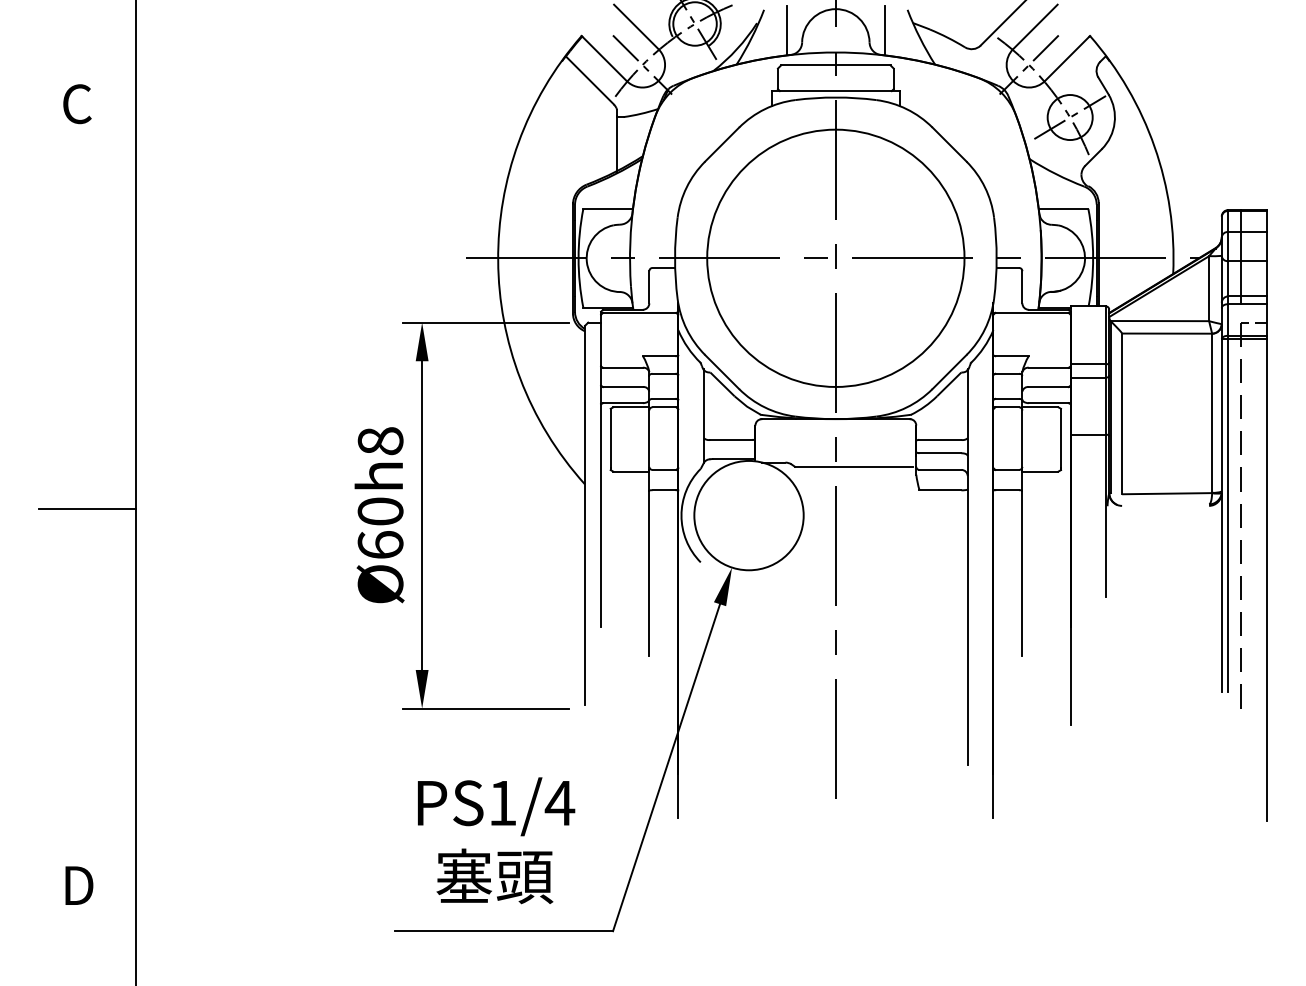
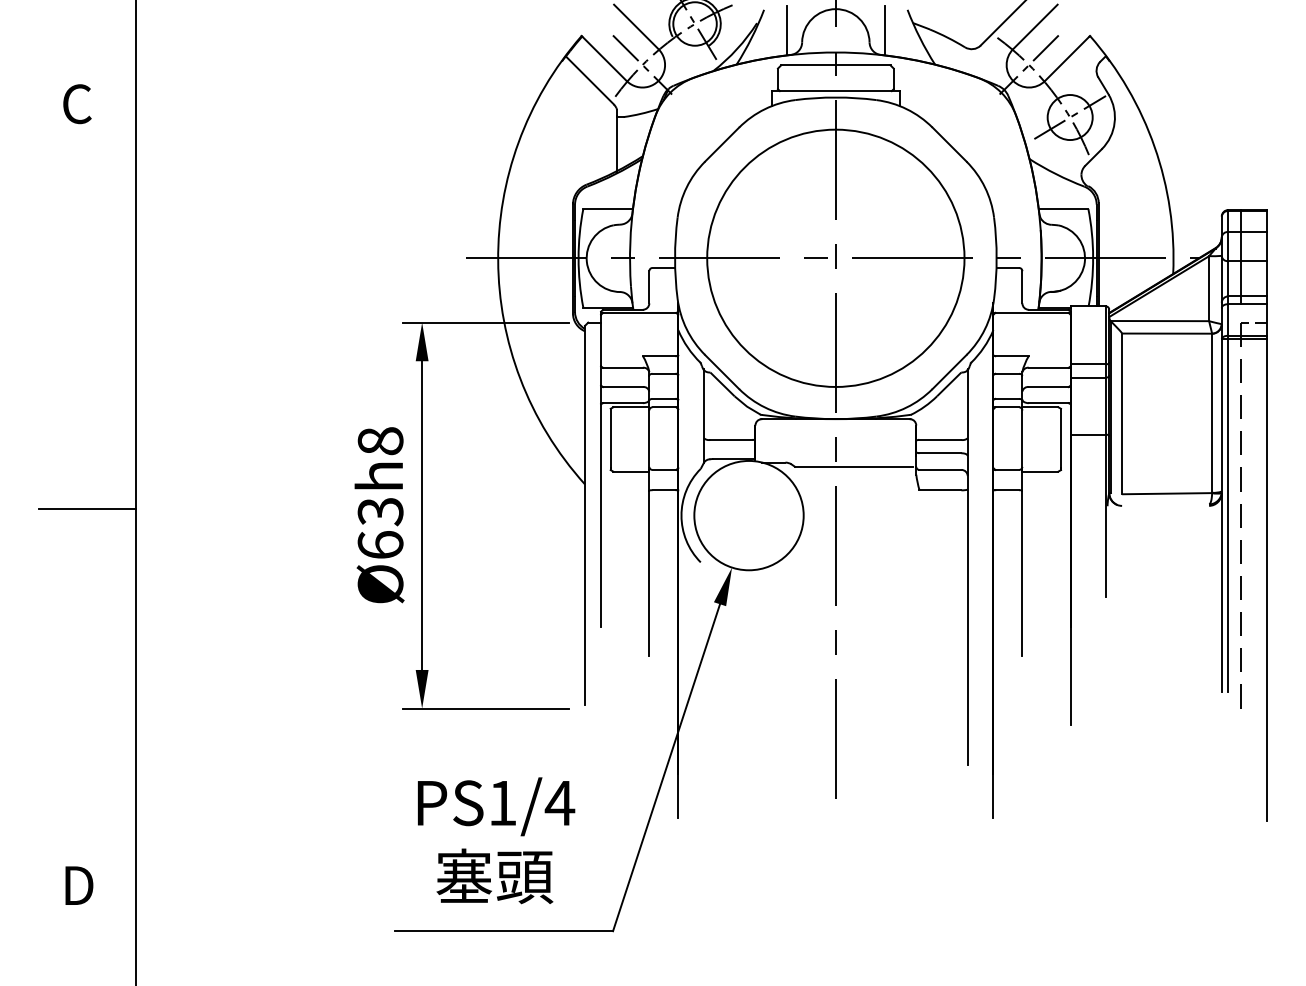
text at (380, 511): Ø60h8 -> Ø63h8
